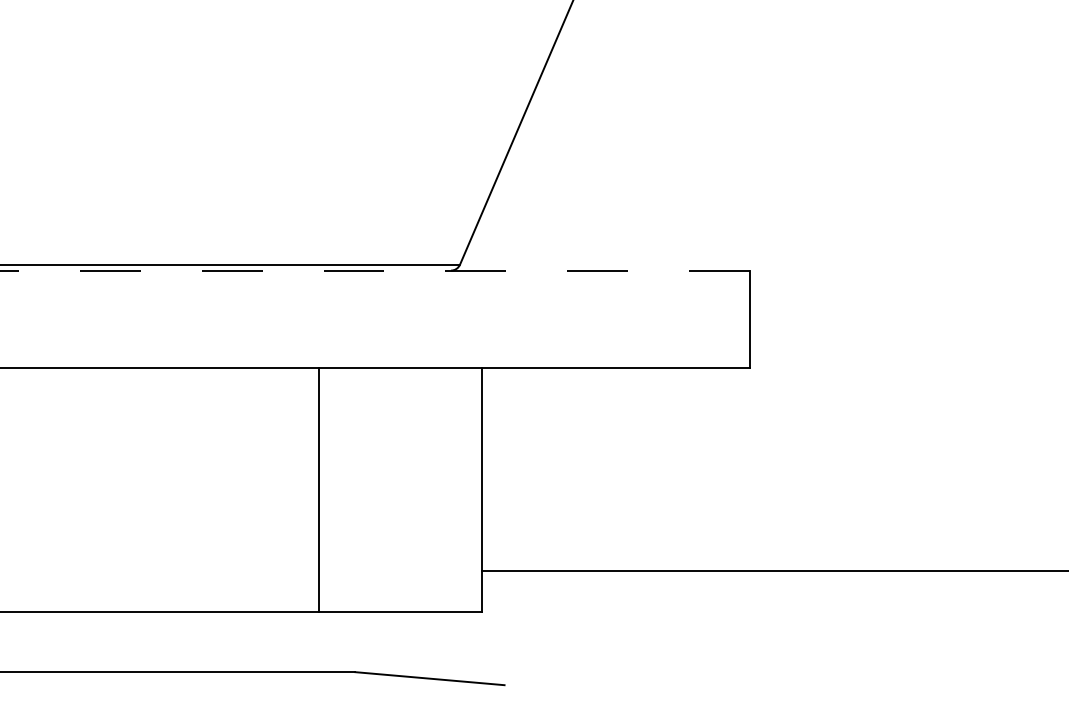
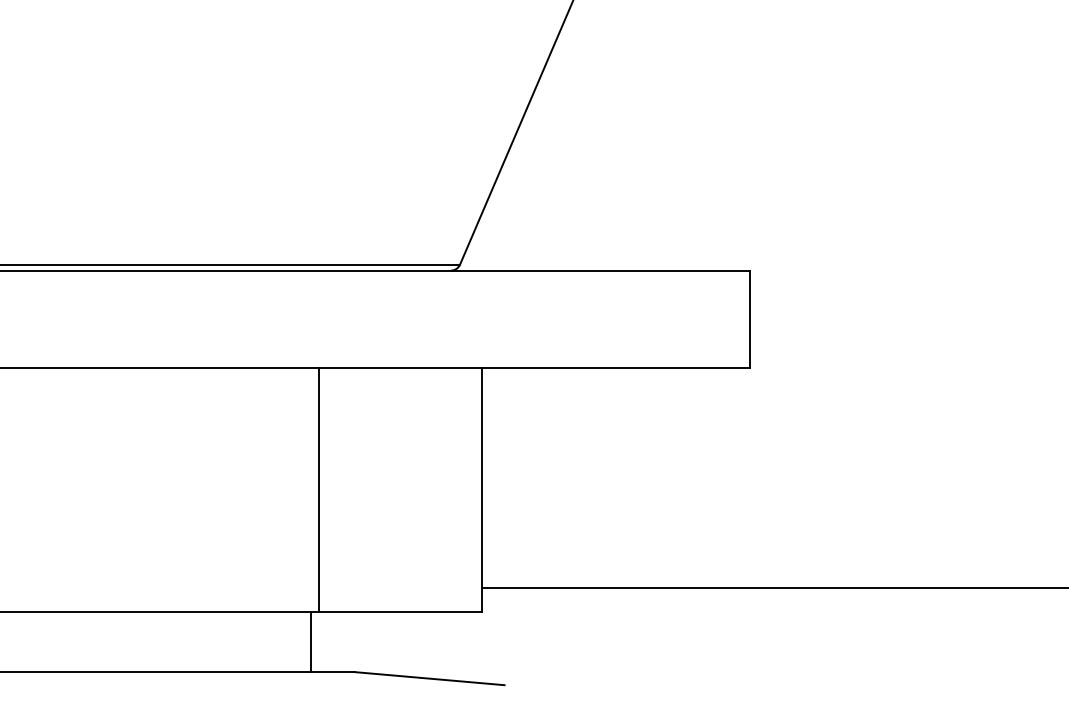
line at (374, 270): dashed -> solid
line at (773, 570) position: (773, 570) -> (773, 587)
line at (311, 641): none -> present
